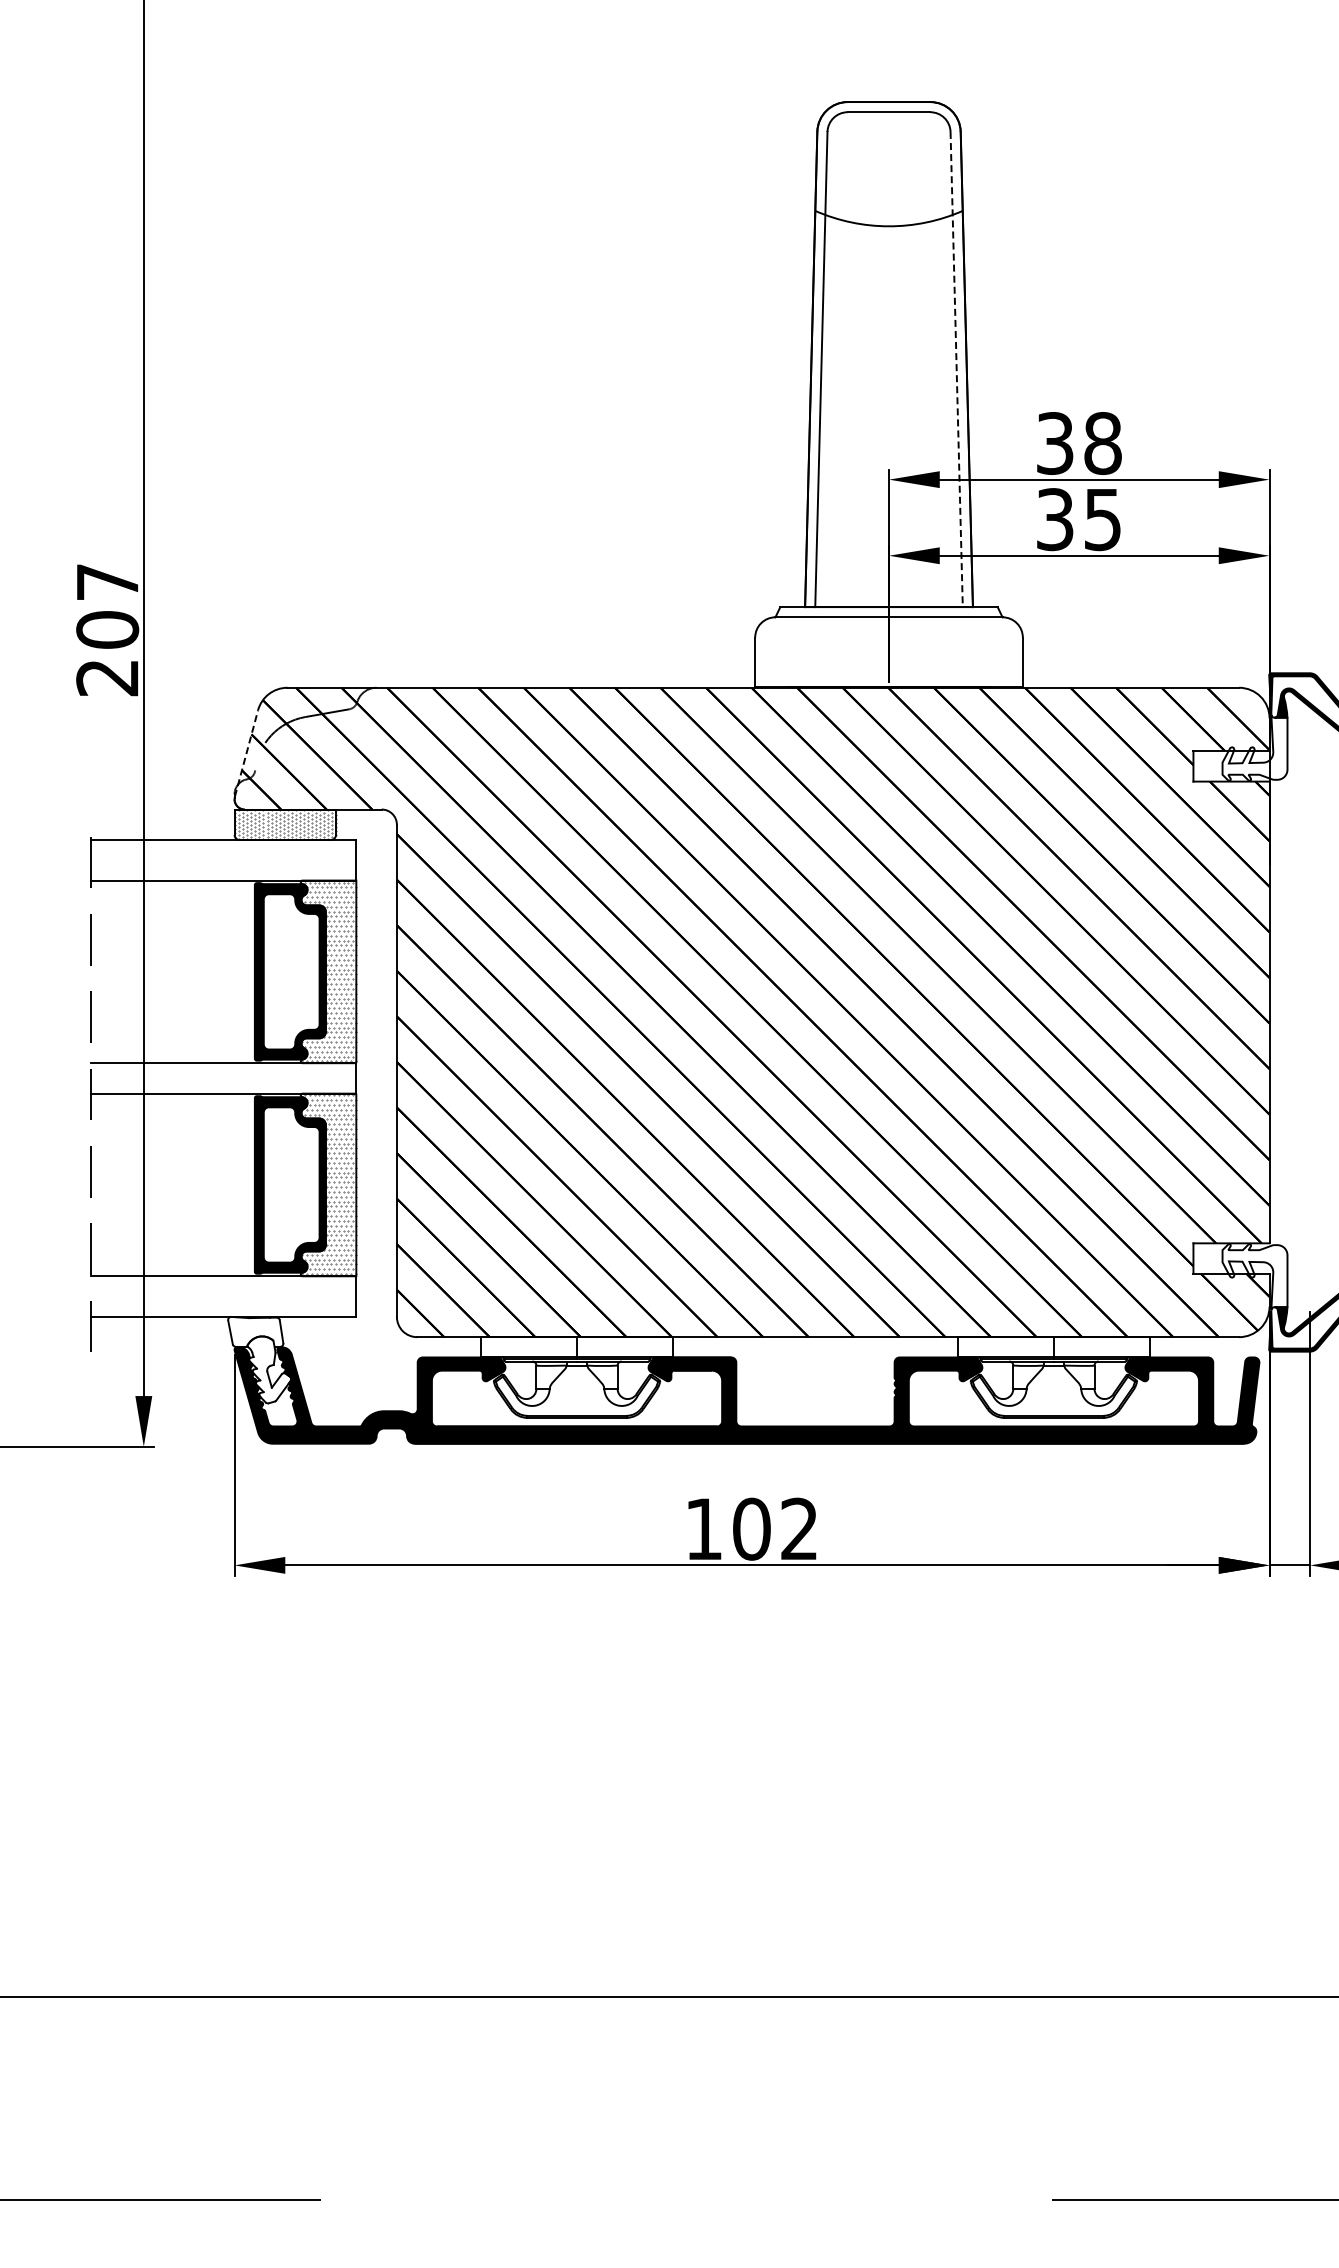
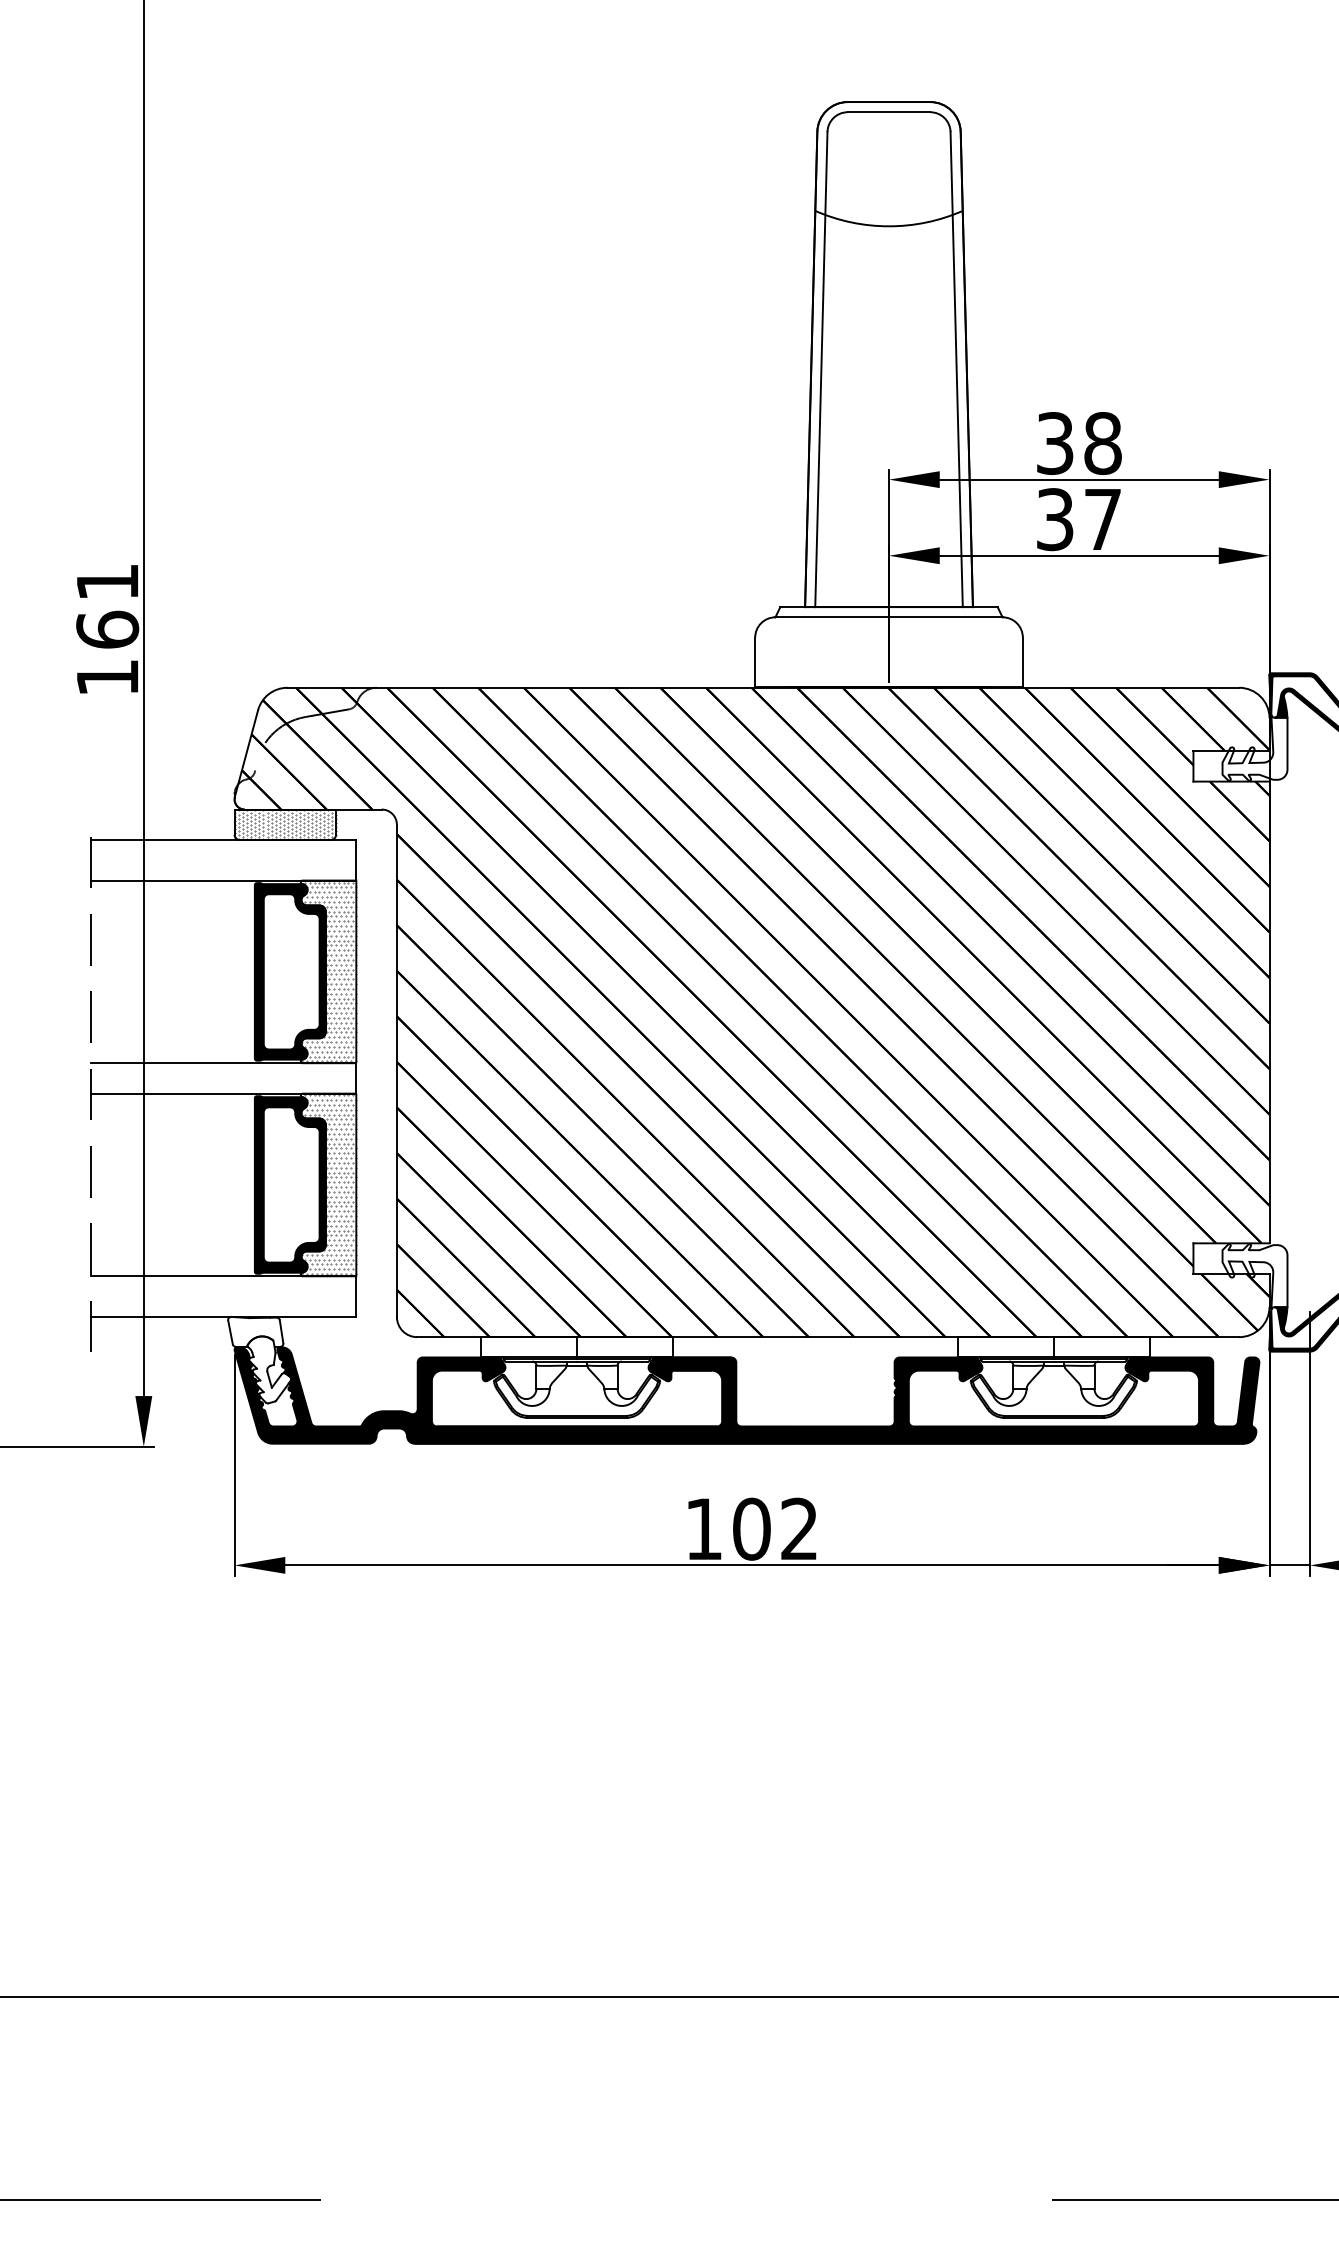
line at (956, 369): dashed -> solid
text at (1102, 520): 35 -> 37
text at (107, 630): 207 -> 161
line at (246, 753): dashed -> solid
